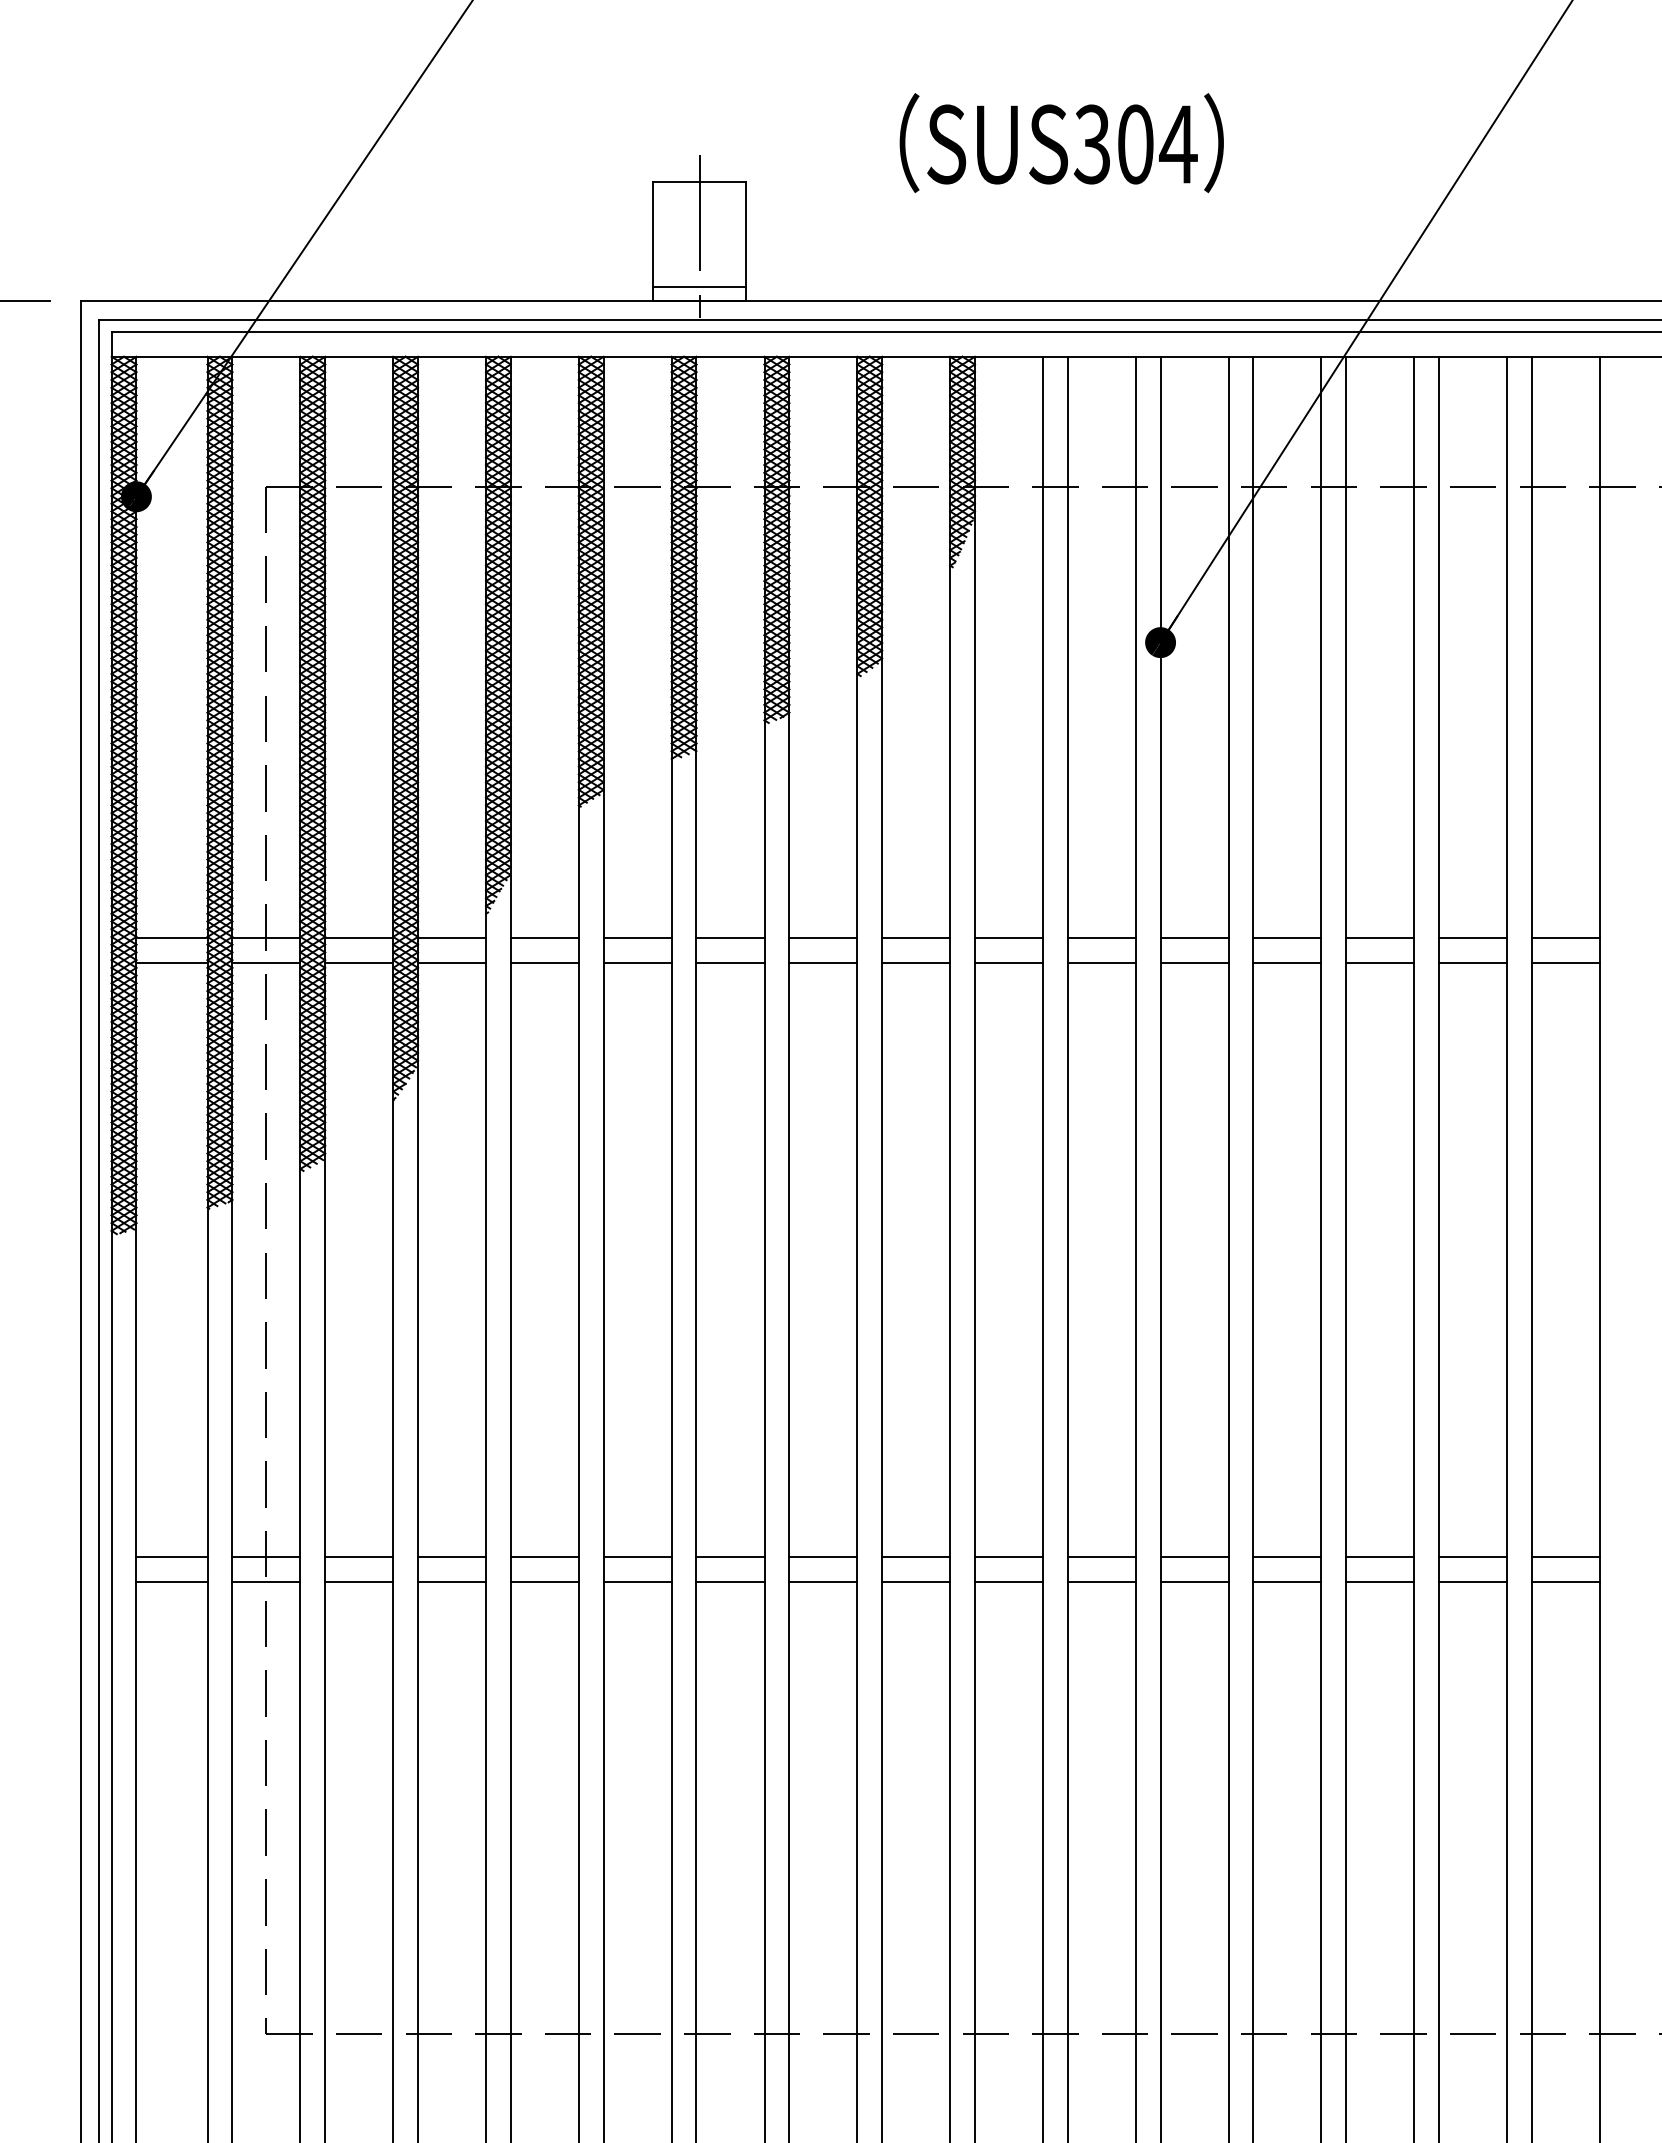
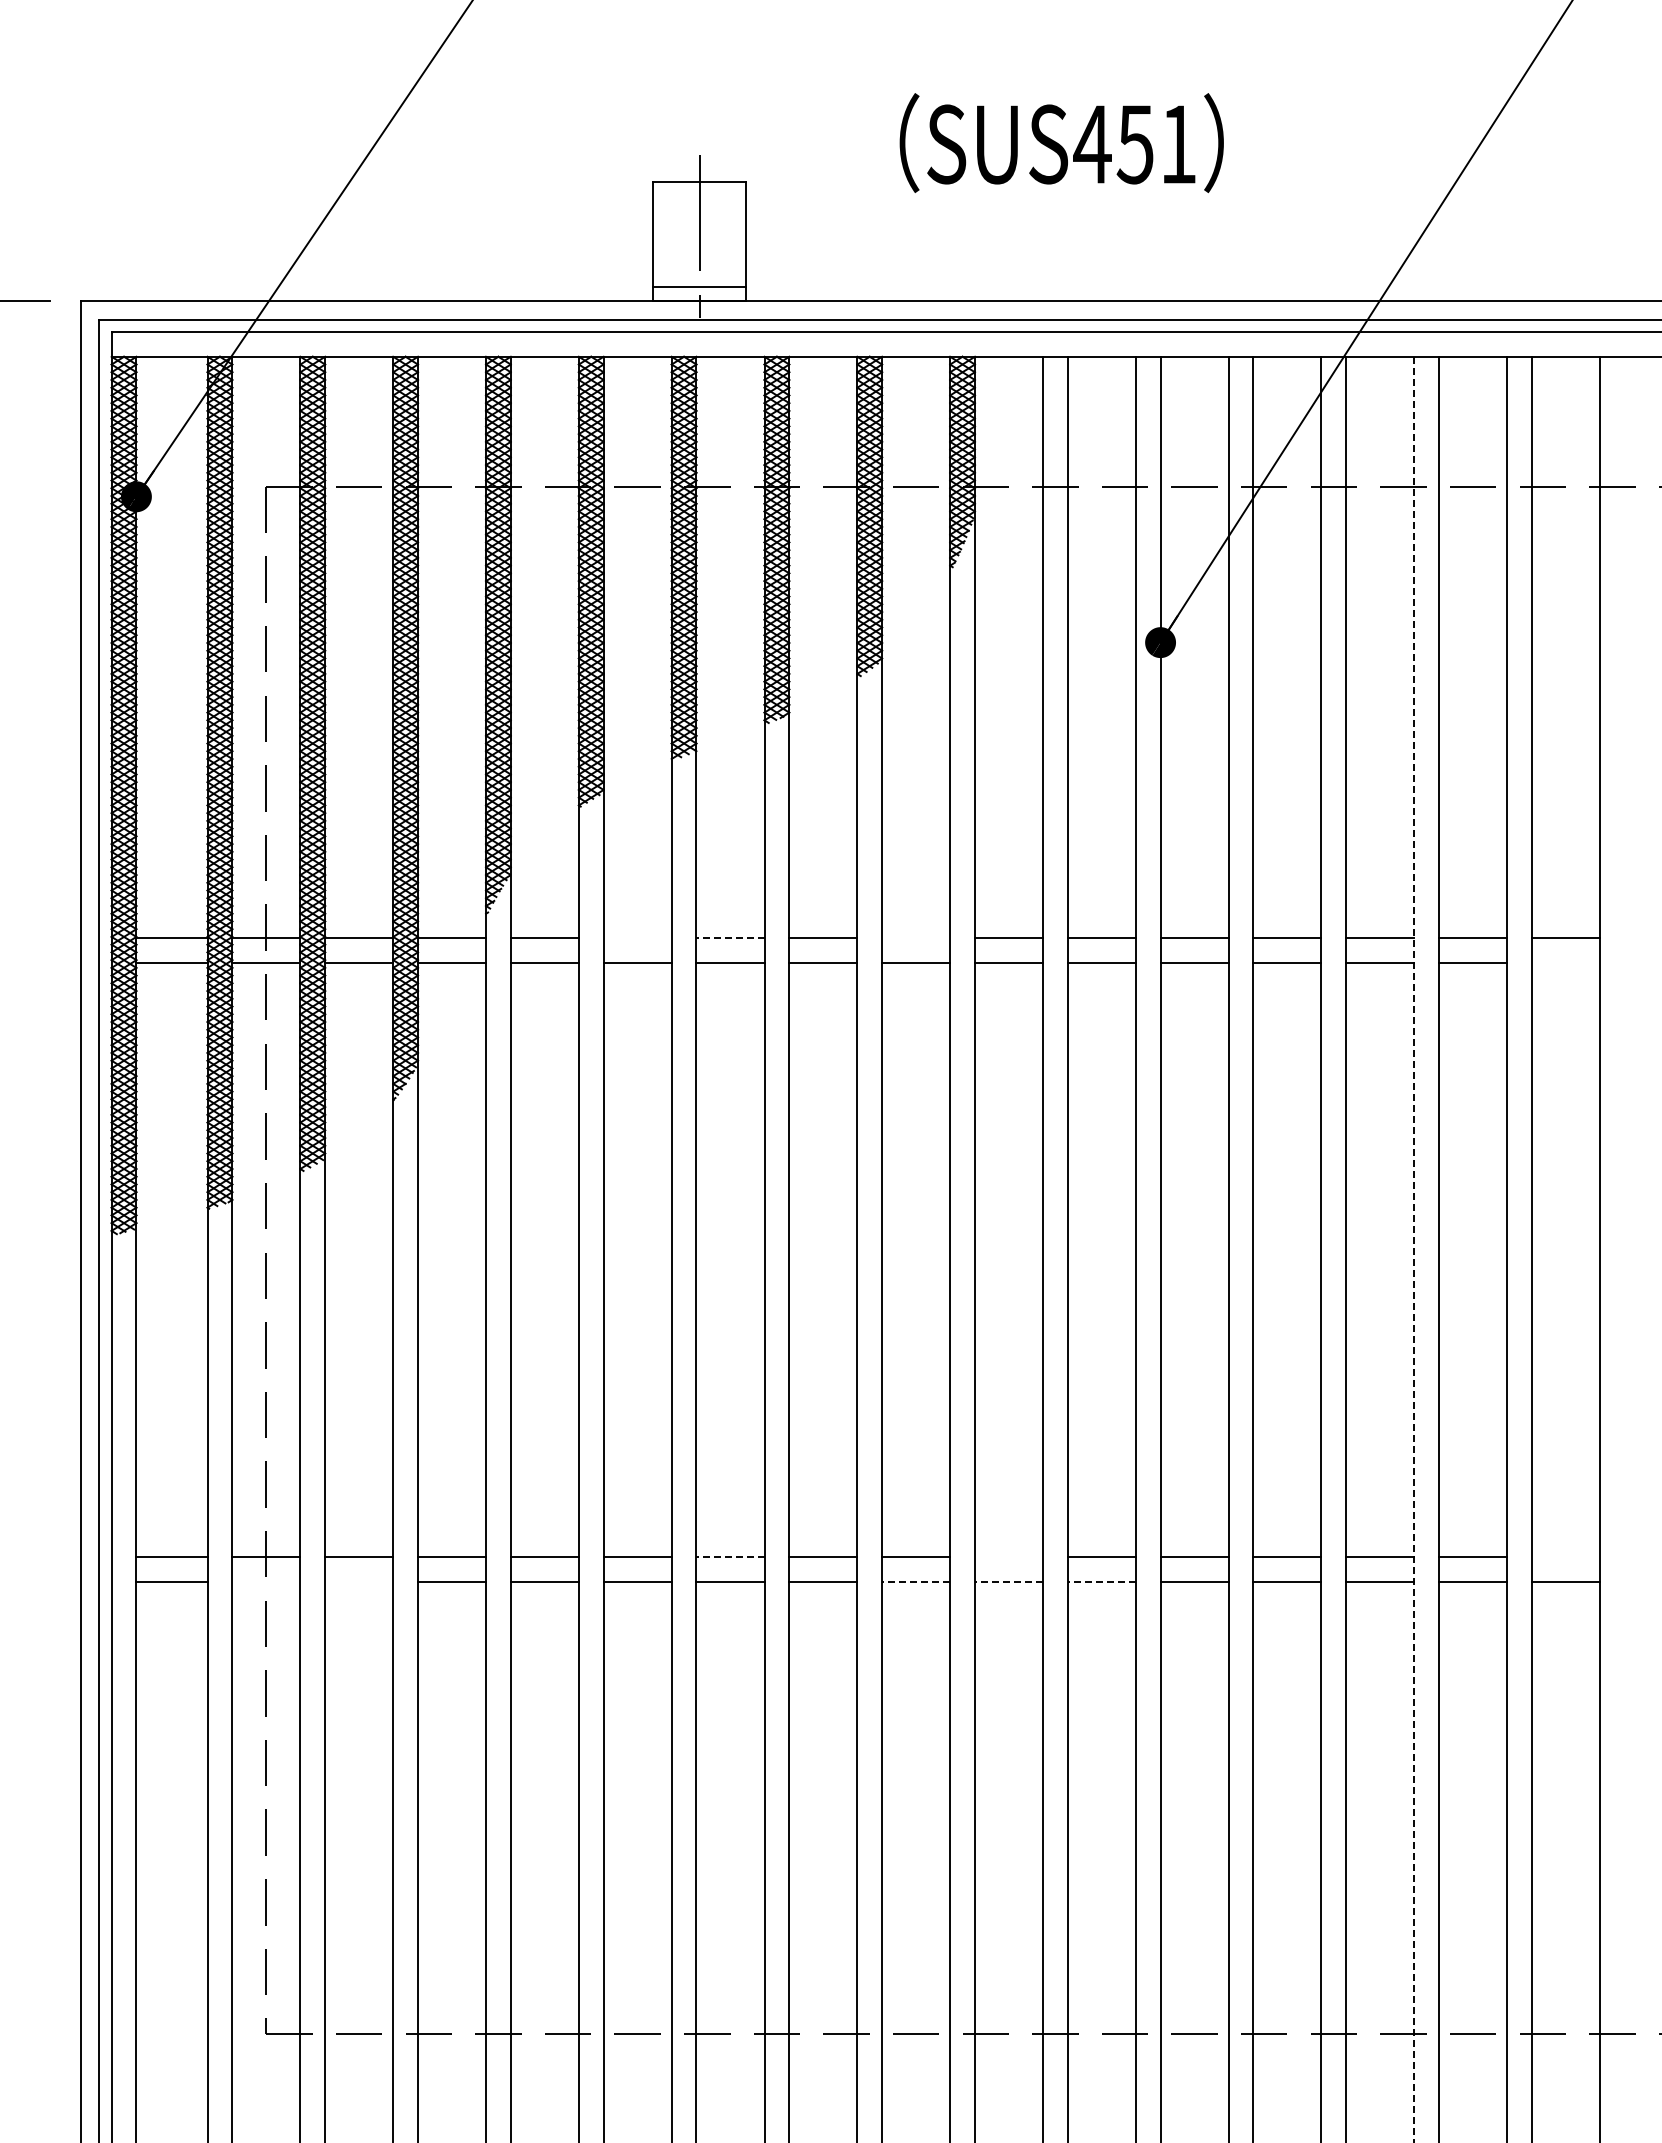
text at (1135, 144): SUS304 -> SUS451
line at (637, 938): present -> none
line at (730, 938): solid -> dashed
line at (916, 938): present -> none
line at (1565, 963): present -> none
line at (1414, 1249): solid -> dashed
line at (730, 1557): solid -> dashed
line at (1008, 1557): present -> none
line at (1565, 1557): present -> none
line at (266, 1582): present -> none
line at (359, 1582): present -> none
line at (915, 1582): solid -> dashed
line at (1008, 1582): solid -> dashed
line at (1101, 1582): solid -> dashed
